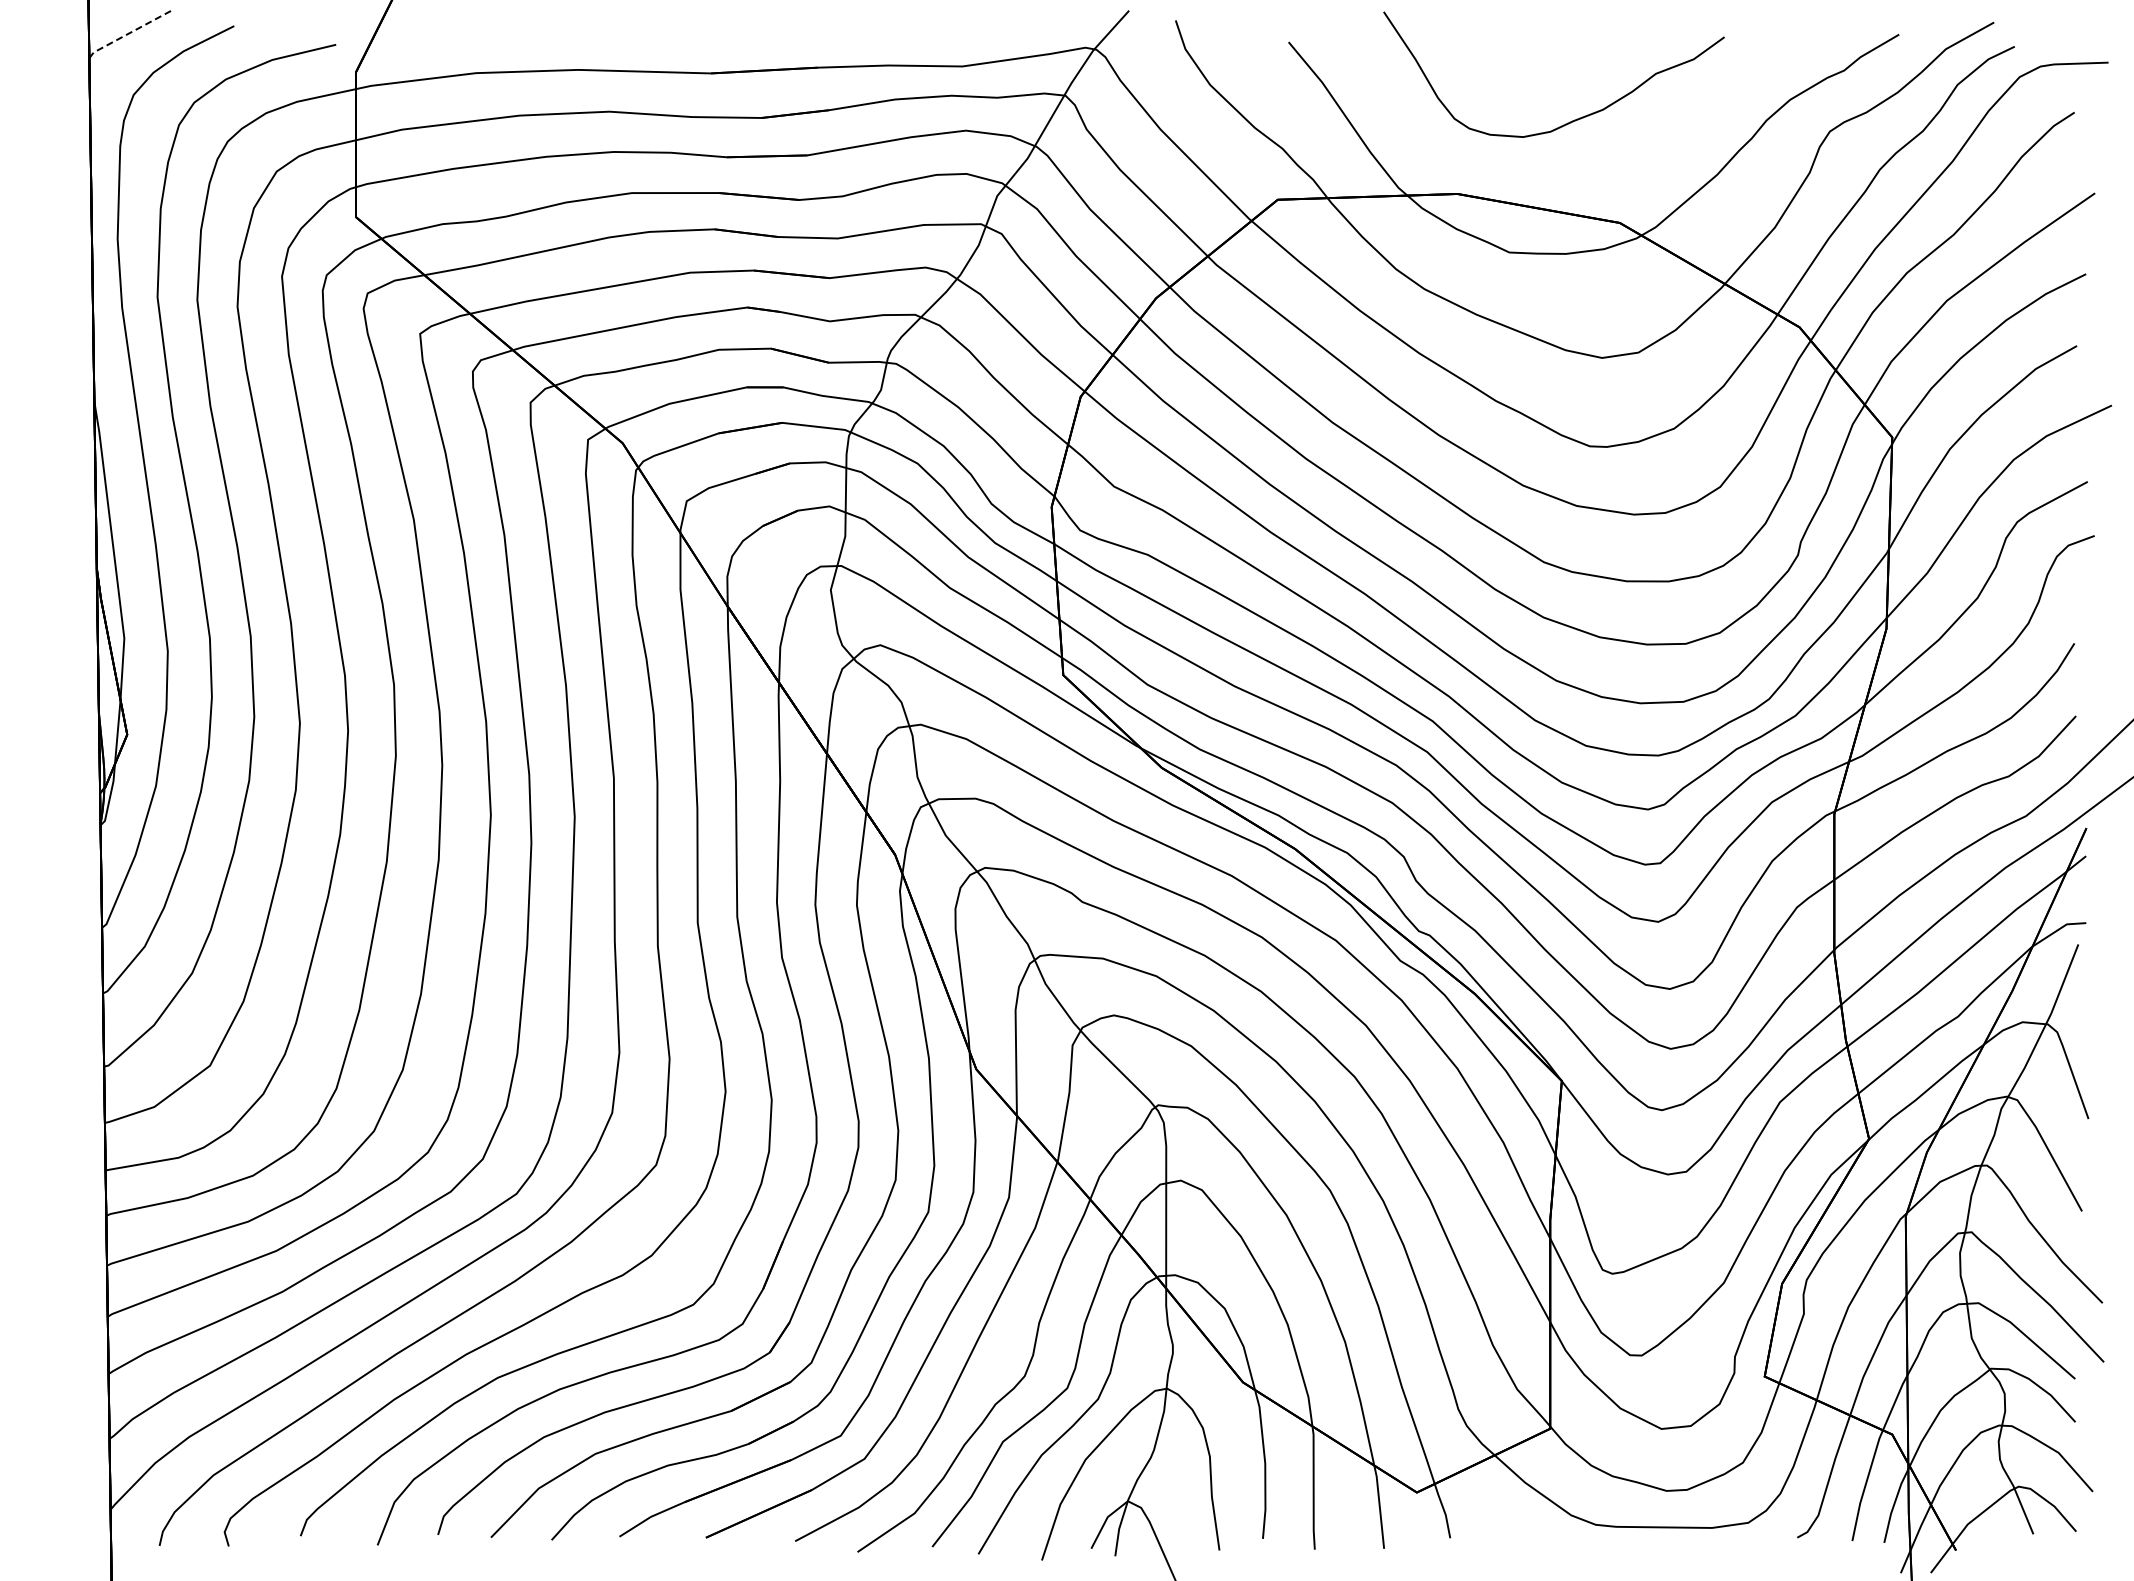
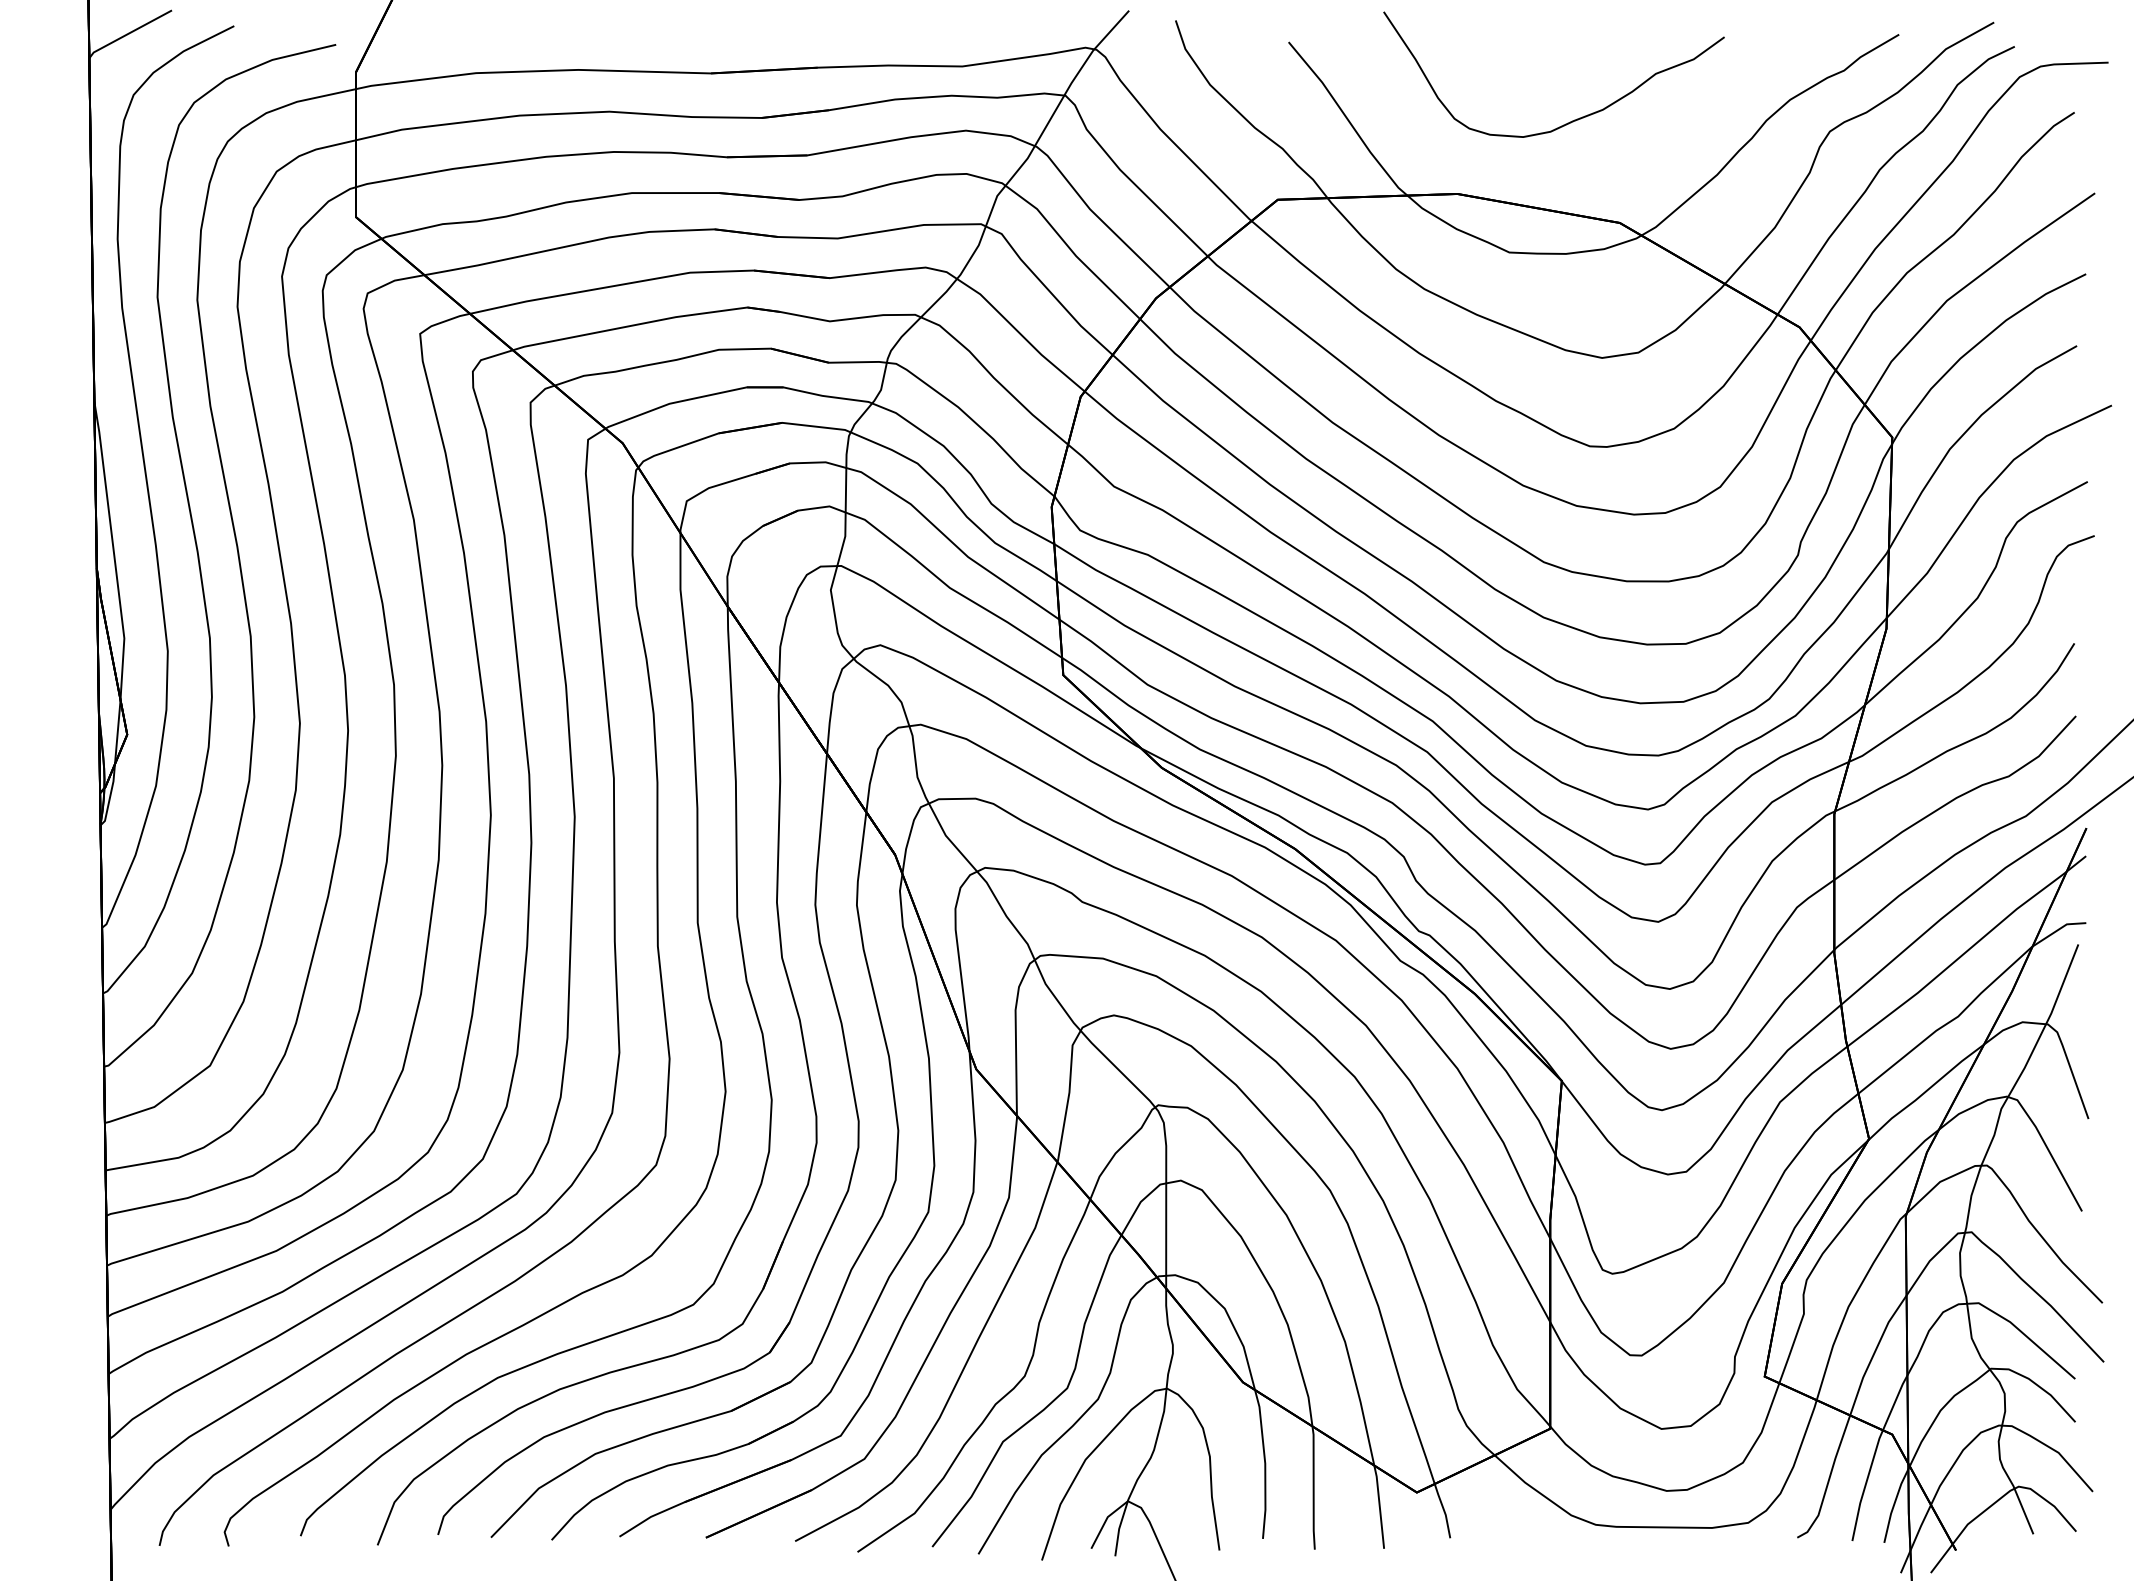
line at (128, 33): dashed -> solid
